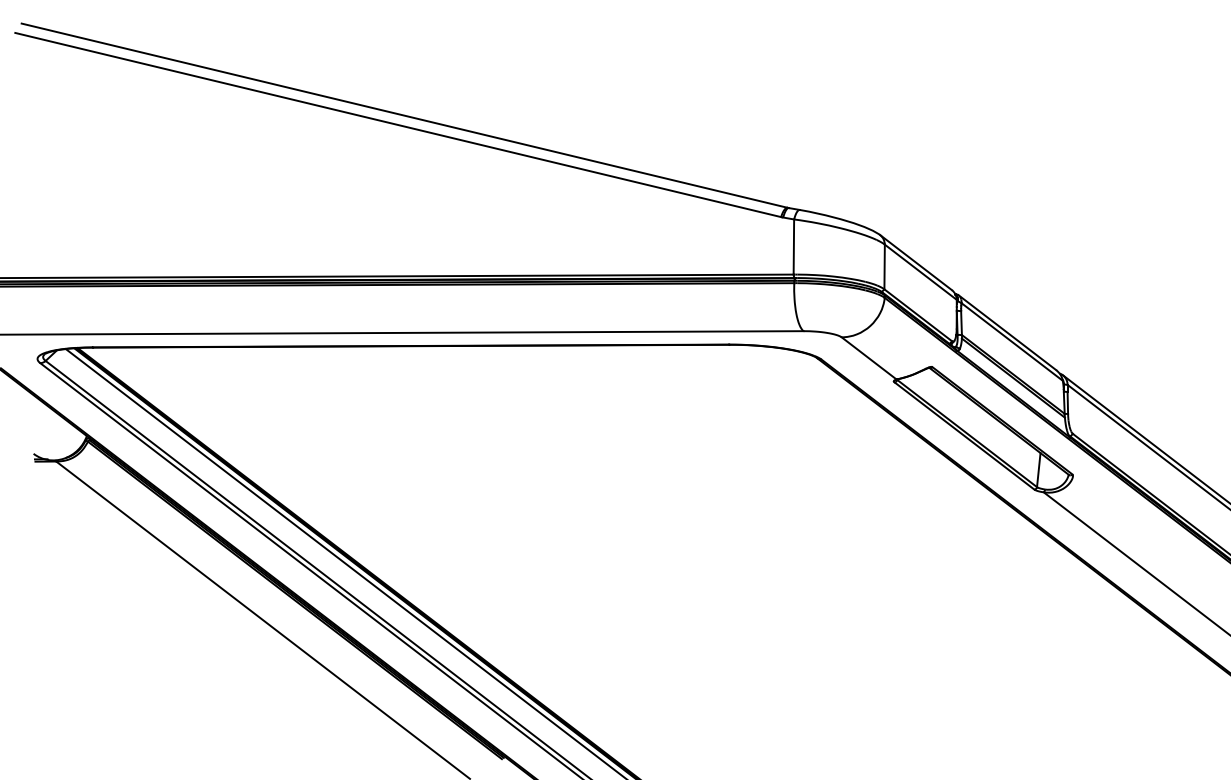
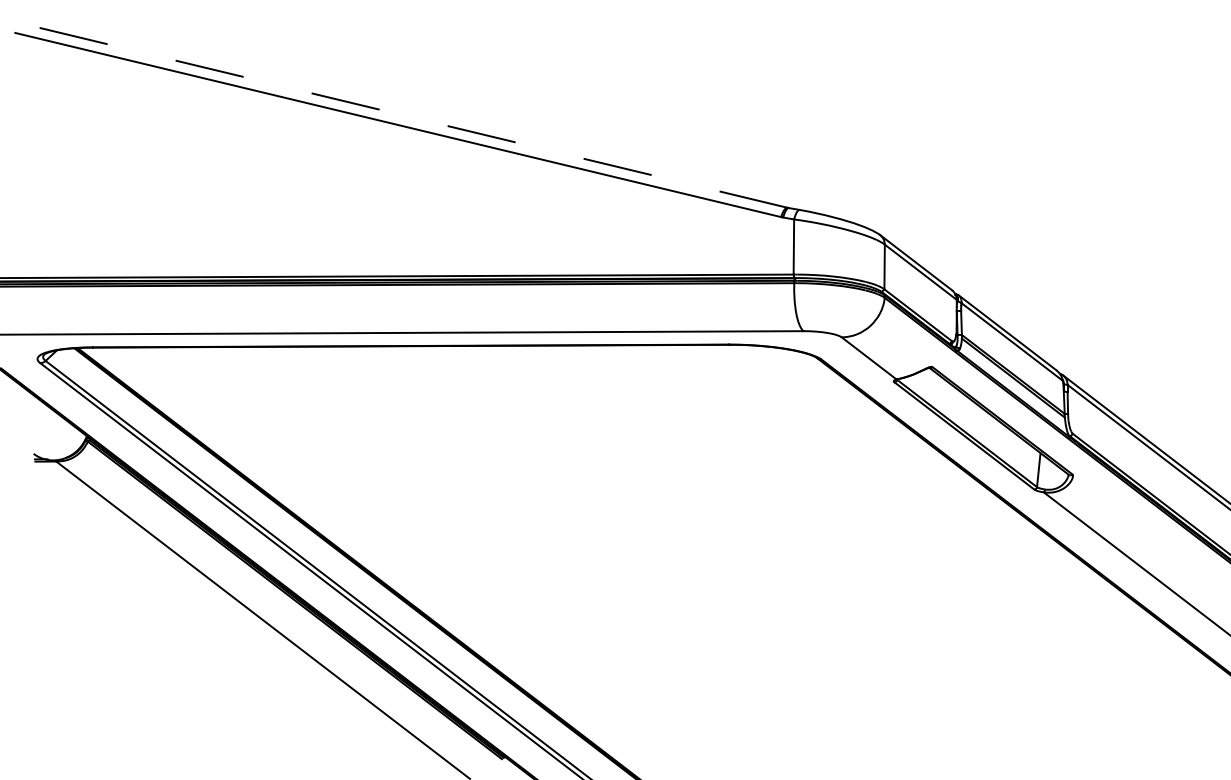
line at (404, 115): solid -> dashed
line at (344, 562): present -> none
